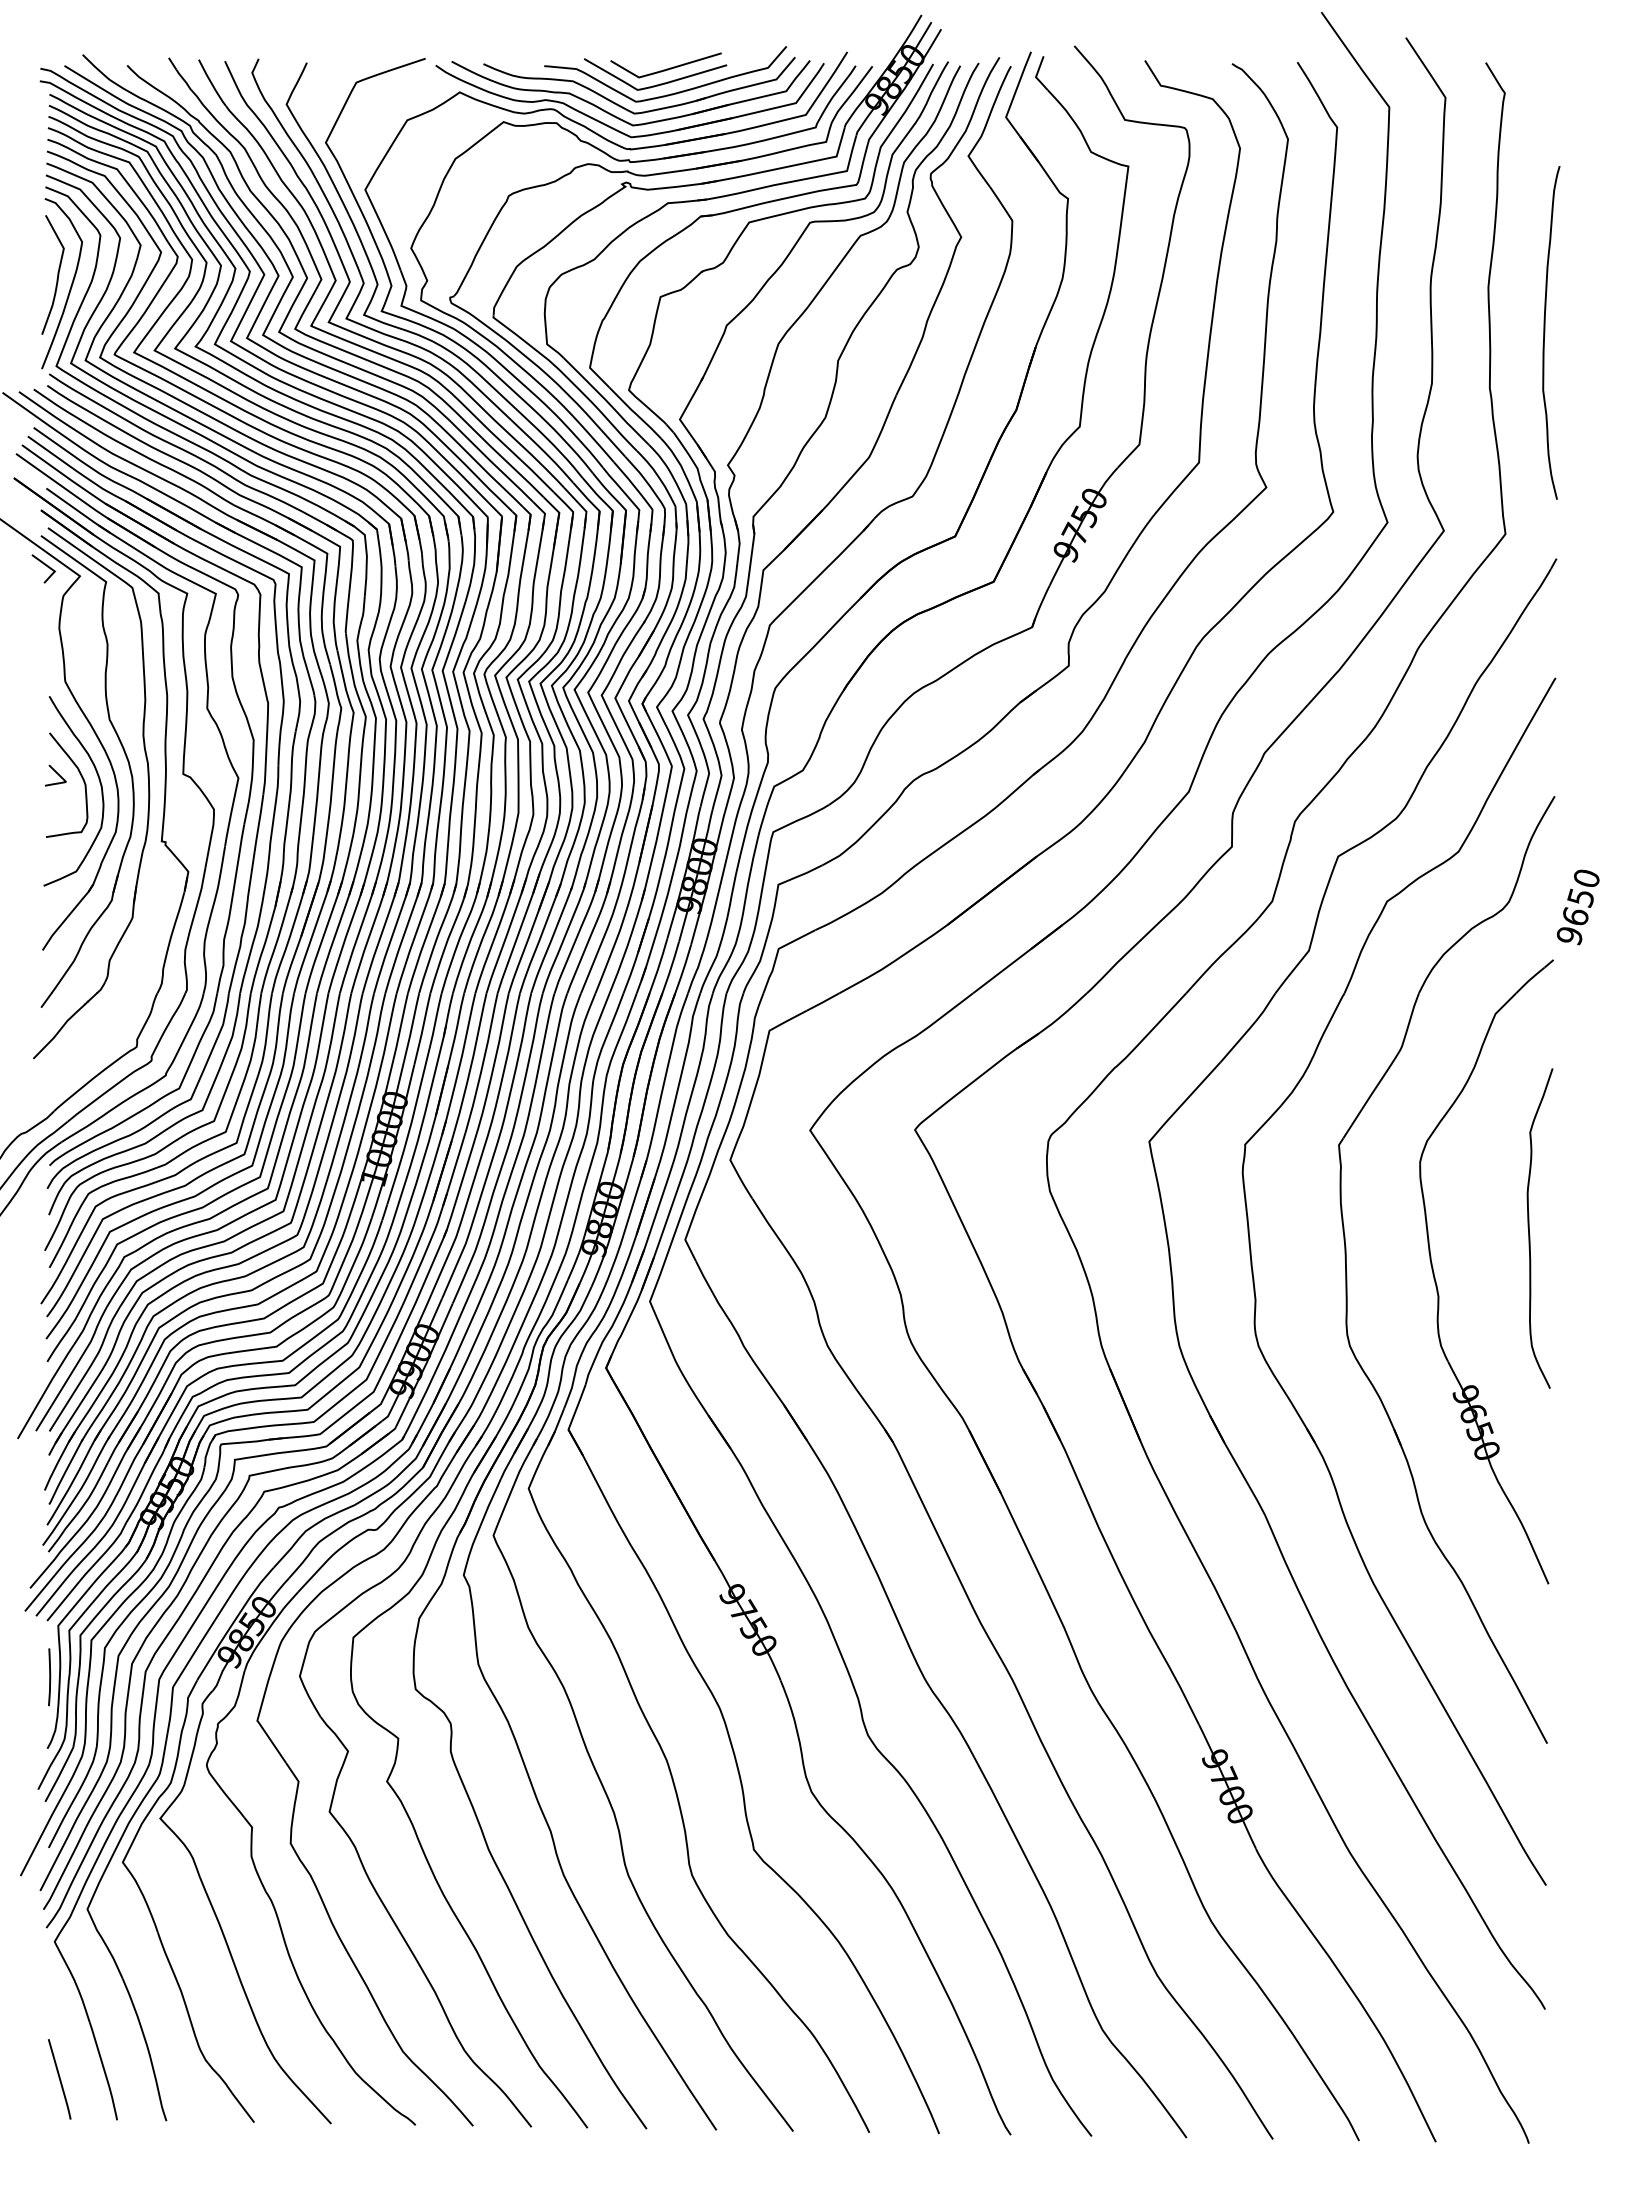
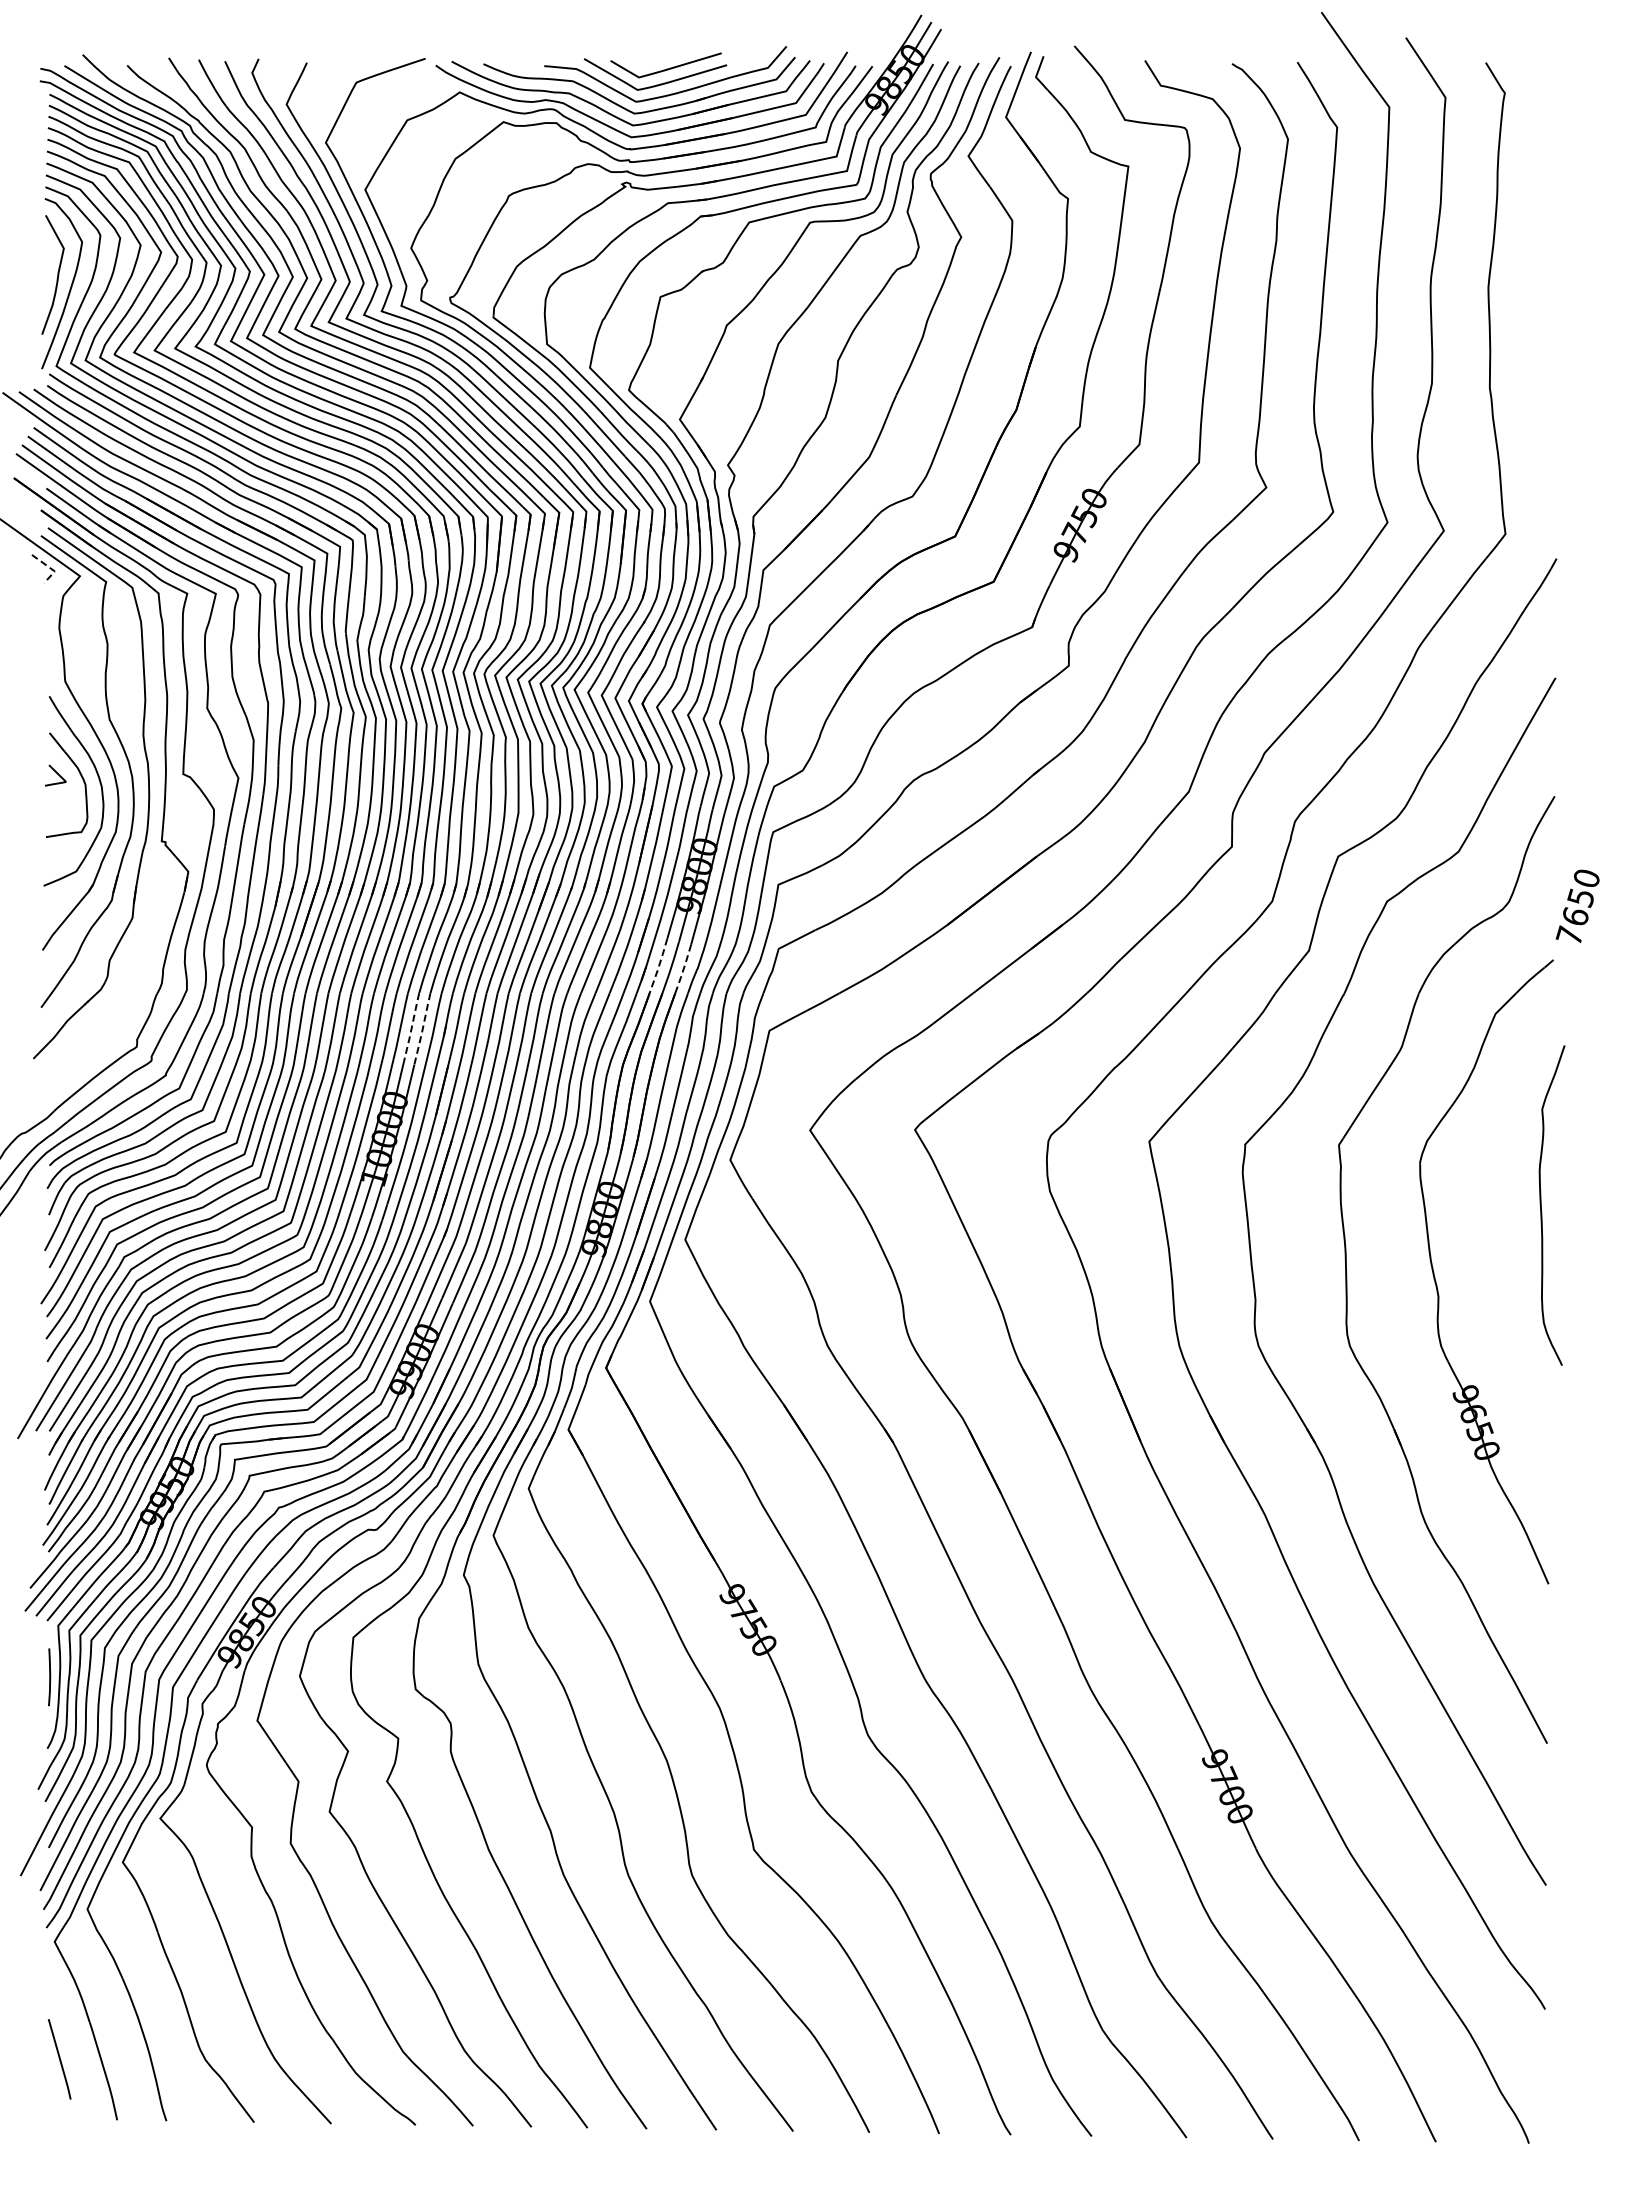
curve at (1545, 332): present -> none
line at (50, 568): solid -> dashed
text at (1568, 935): 9650 -> 7650
line at (659, 965): solid -> dashed
line at (683, 969): solid -> dashed
line at (411, 1027): solid -> dashed
line at (422, 1029): solid -> dashed
part at (1529, 1228) position: (1529, 1228) -> (1541, 1205)
line at (59, 2079) position: (59, 2079) -> (59, 2059)
